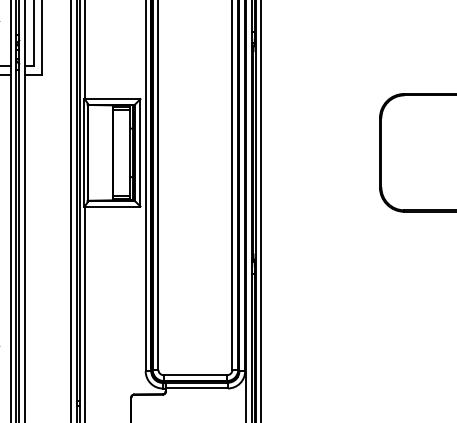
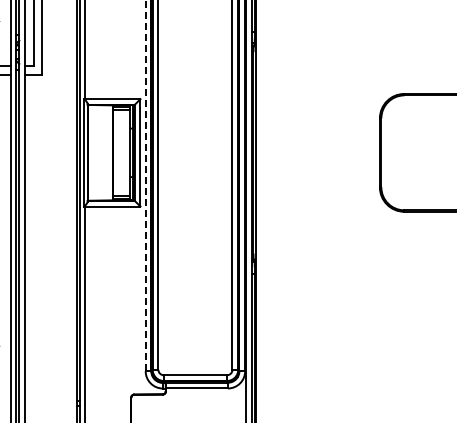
line at (145, 185): solid -> dashed
line at (71, 210): present -> none
line at (261, 210): present -> none
